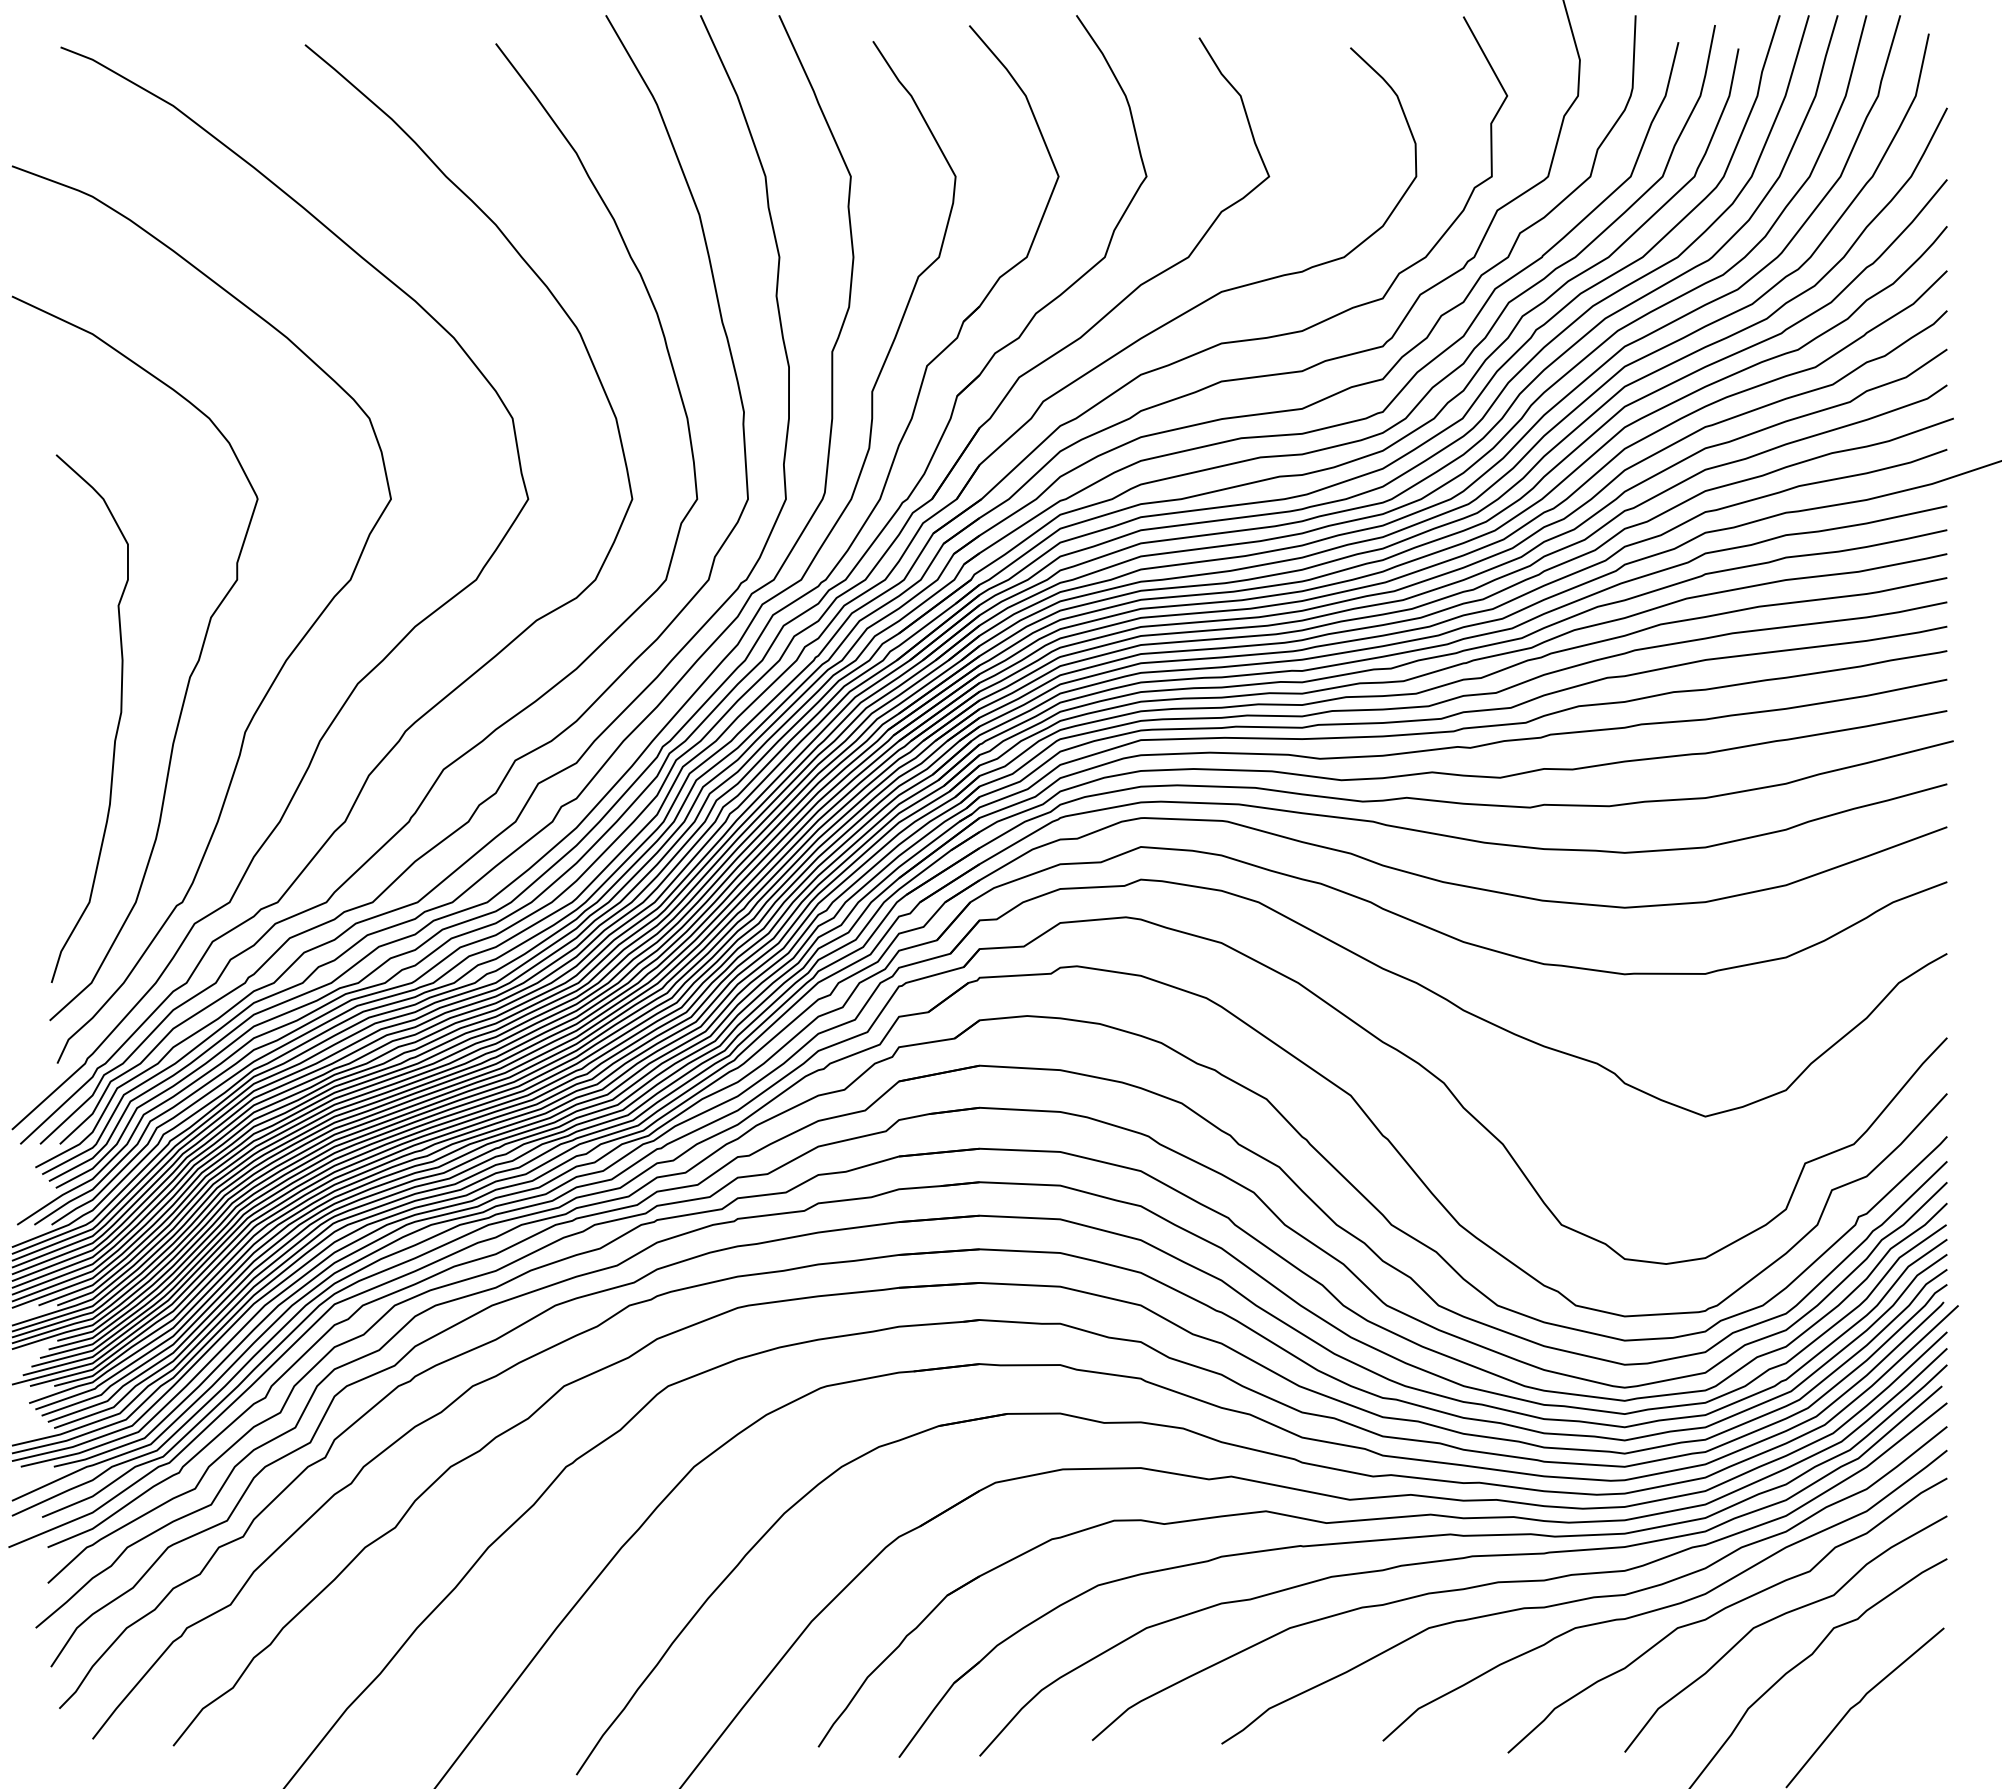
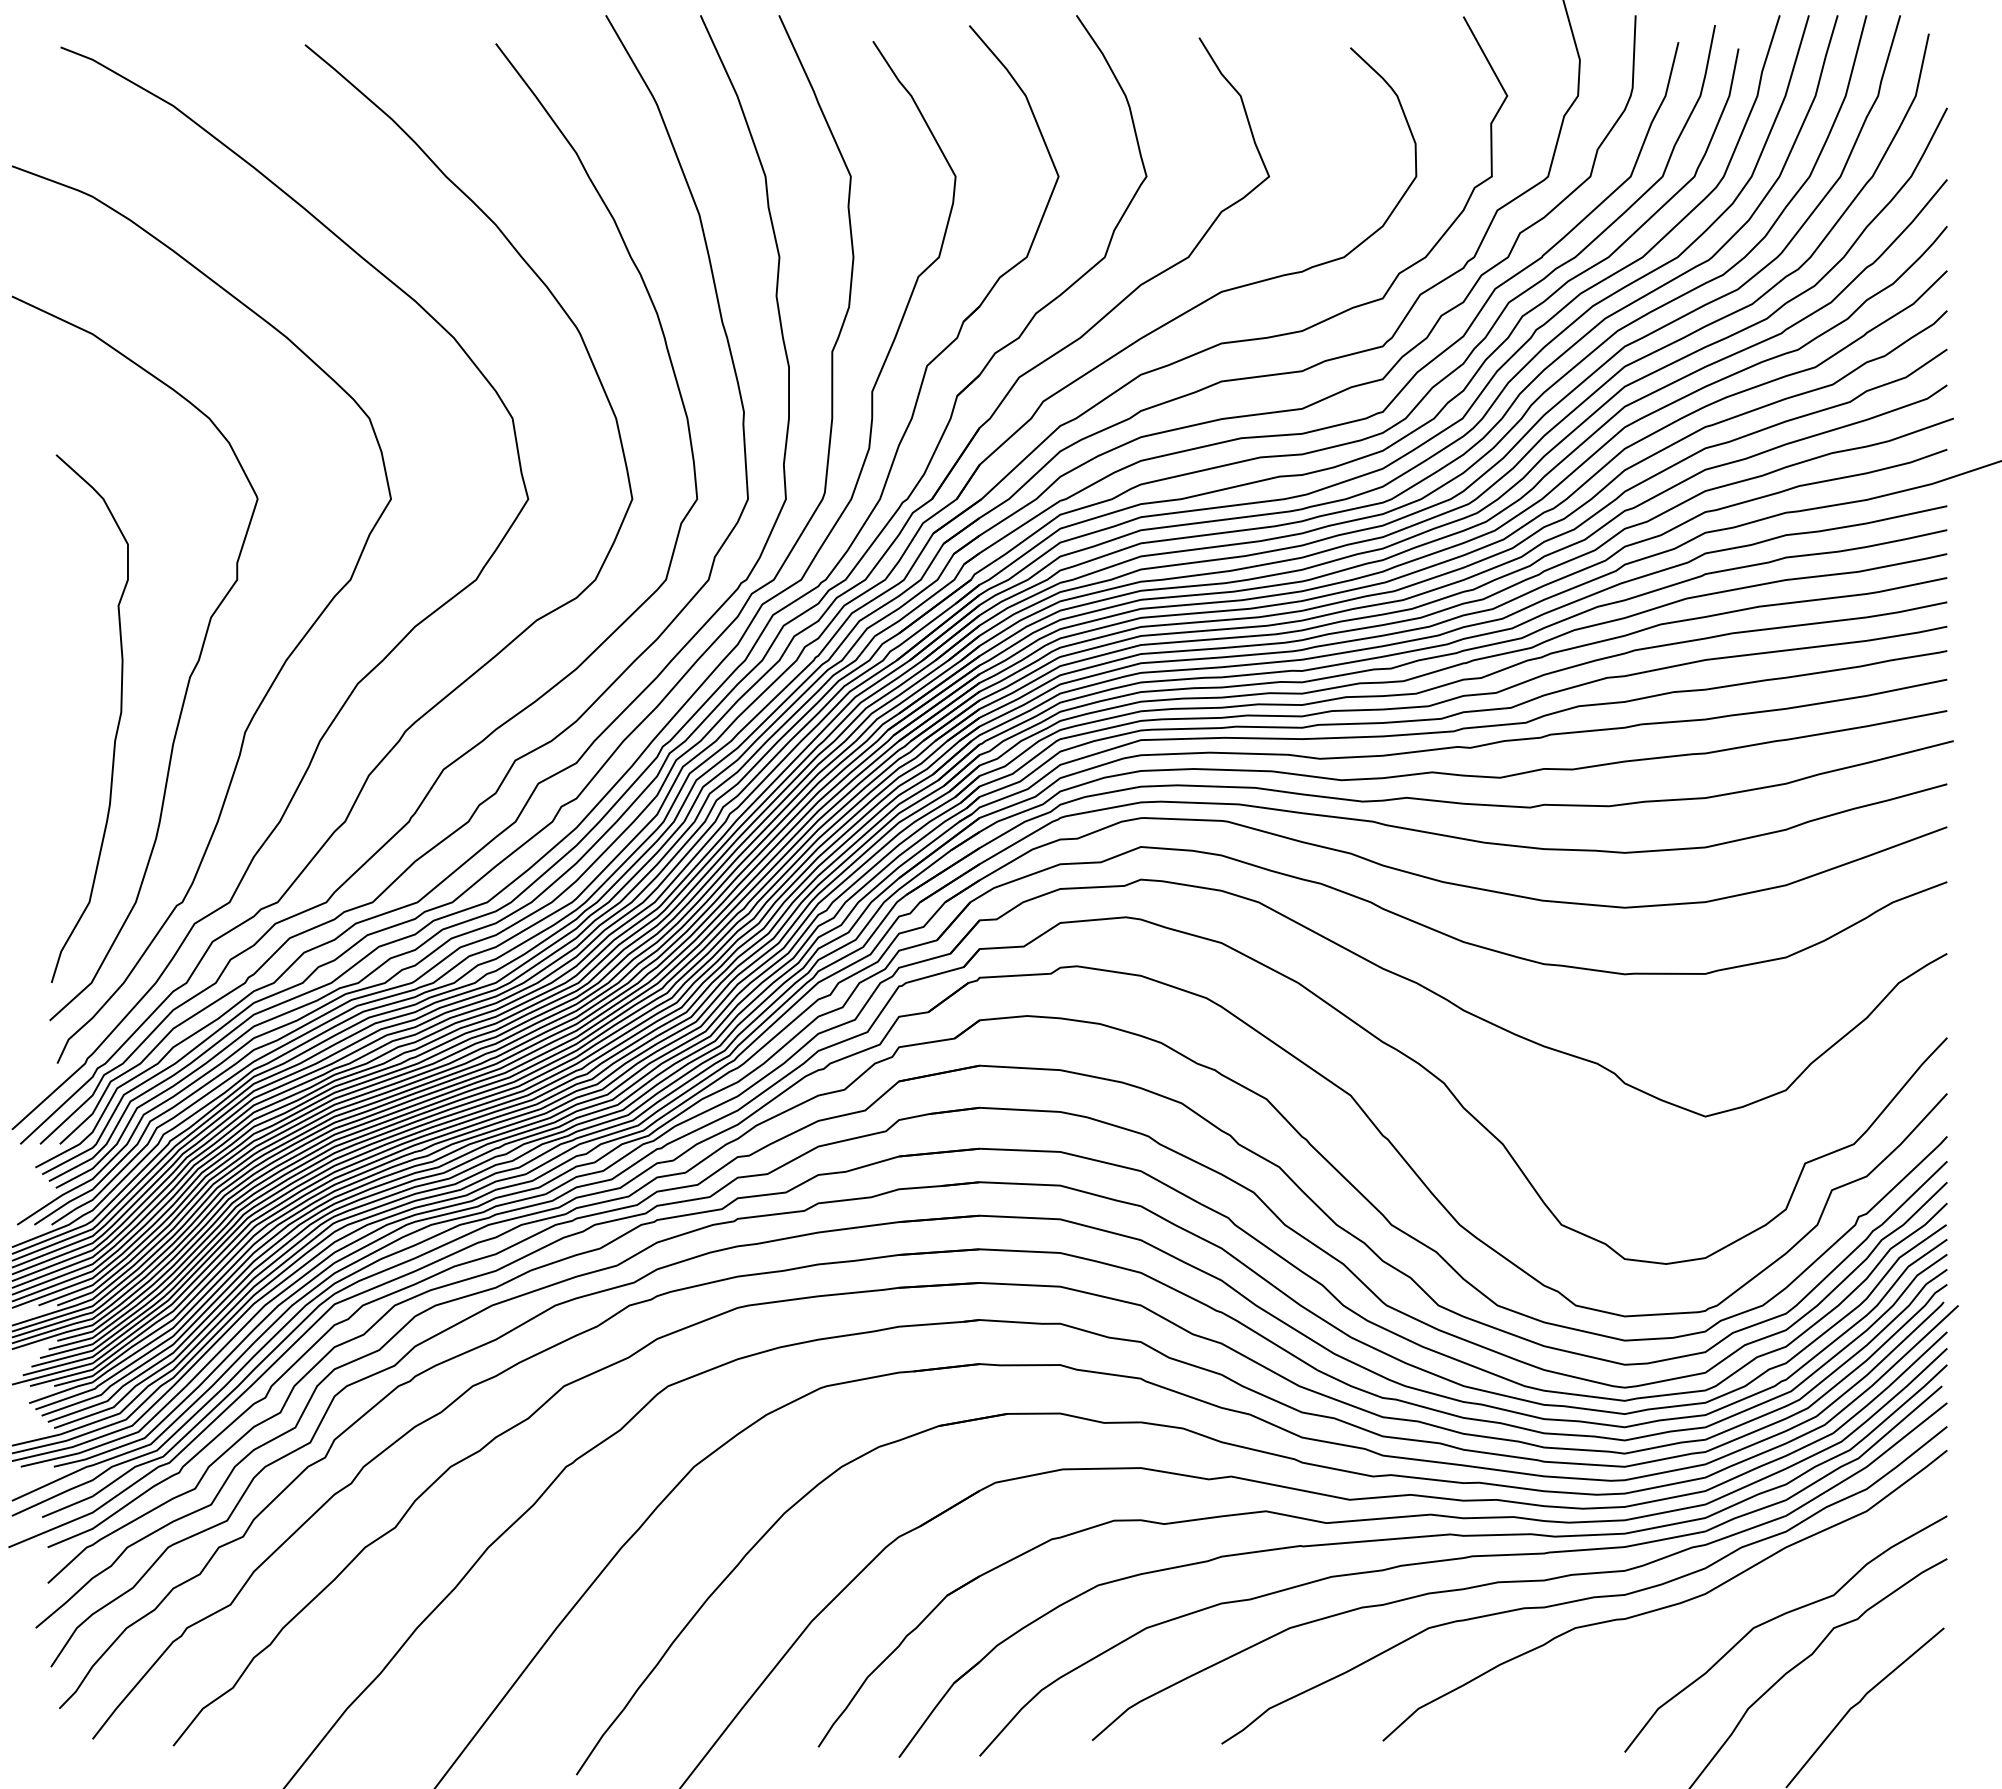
curve at (1725, 1609): present -> none
